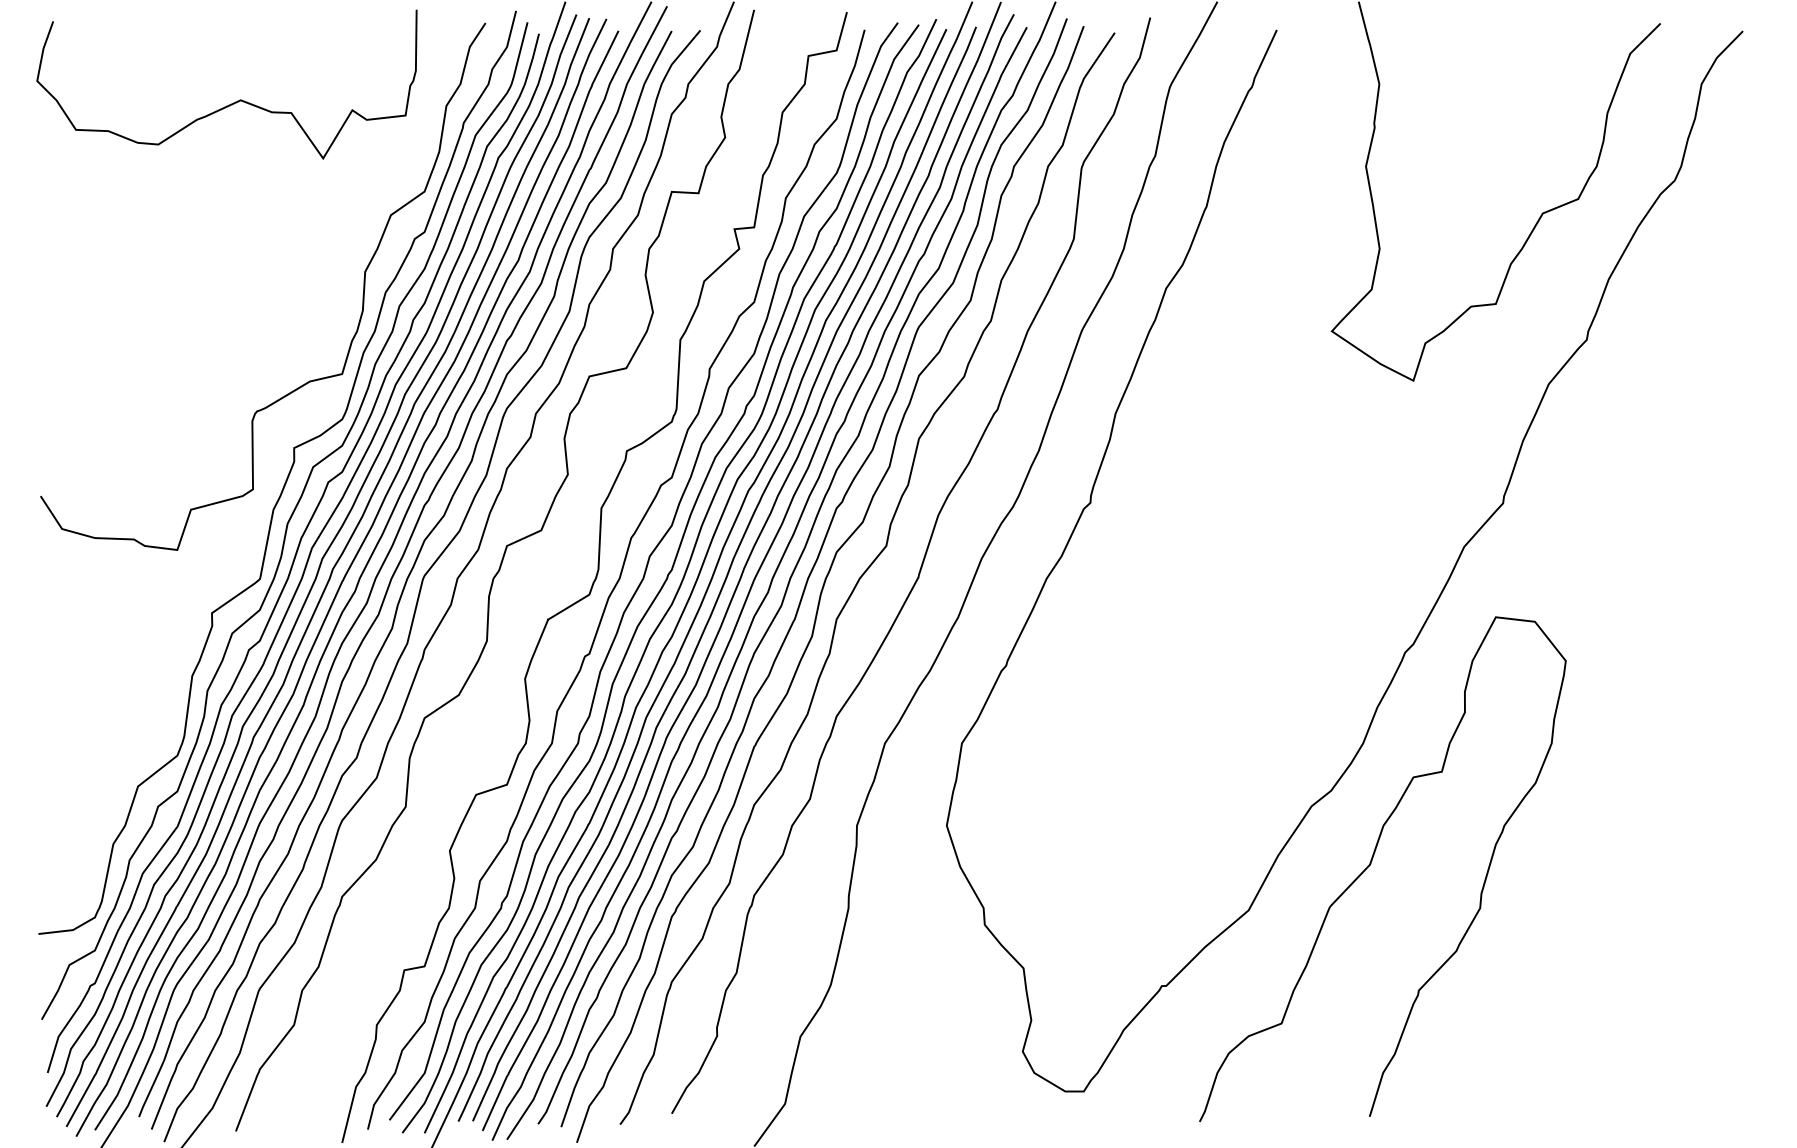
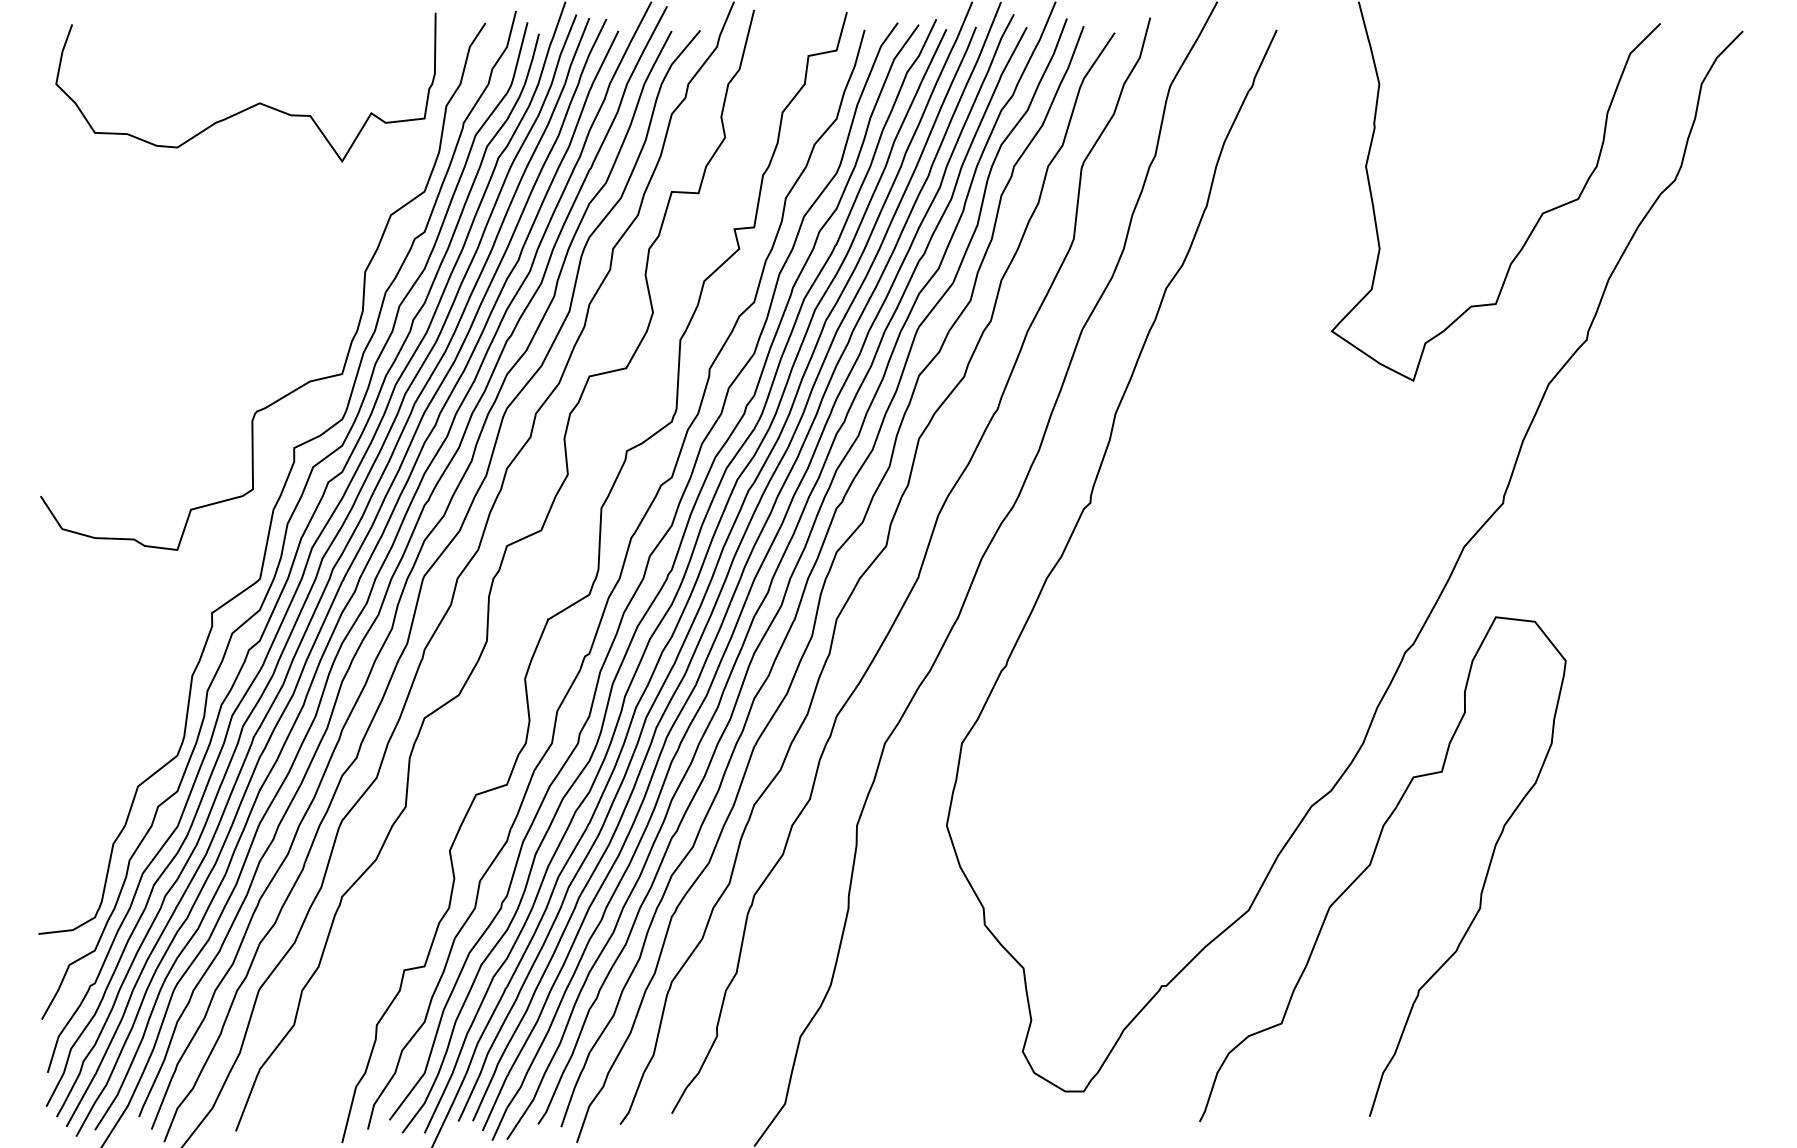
curve at (235, 101) position: (235, 101) -> (254, 104)
